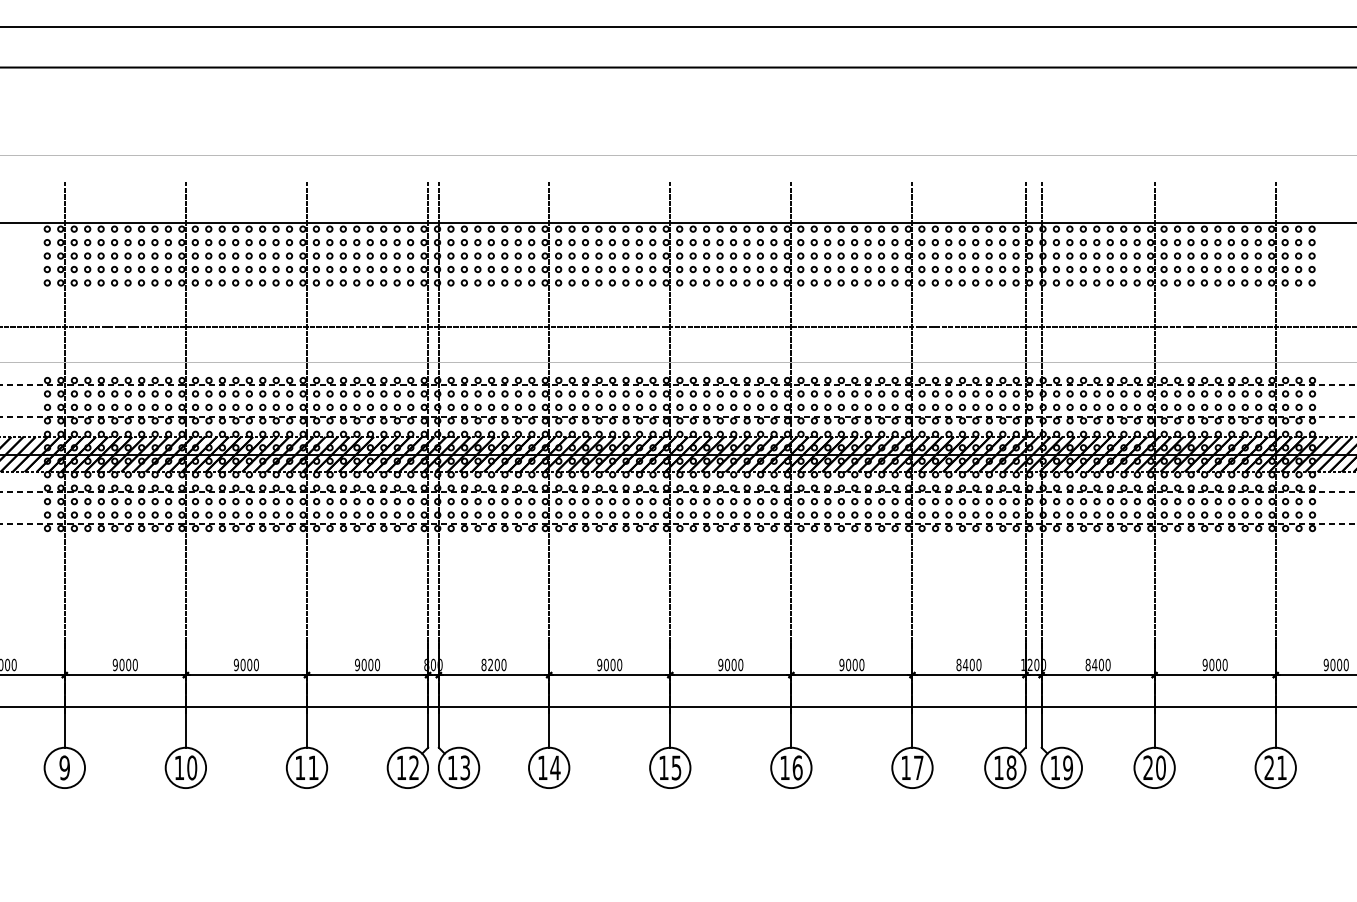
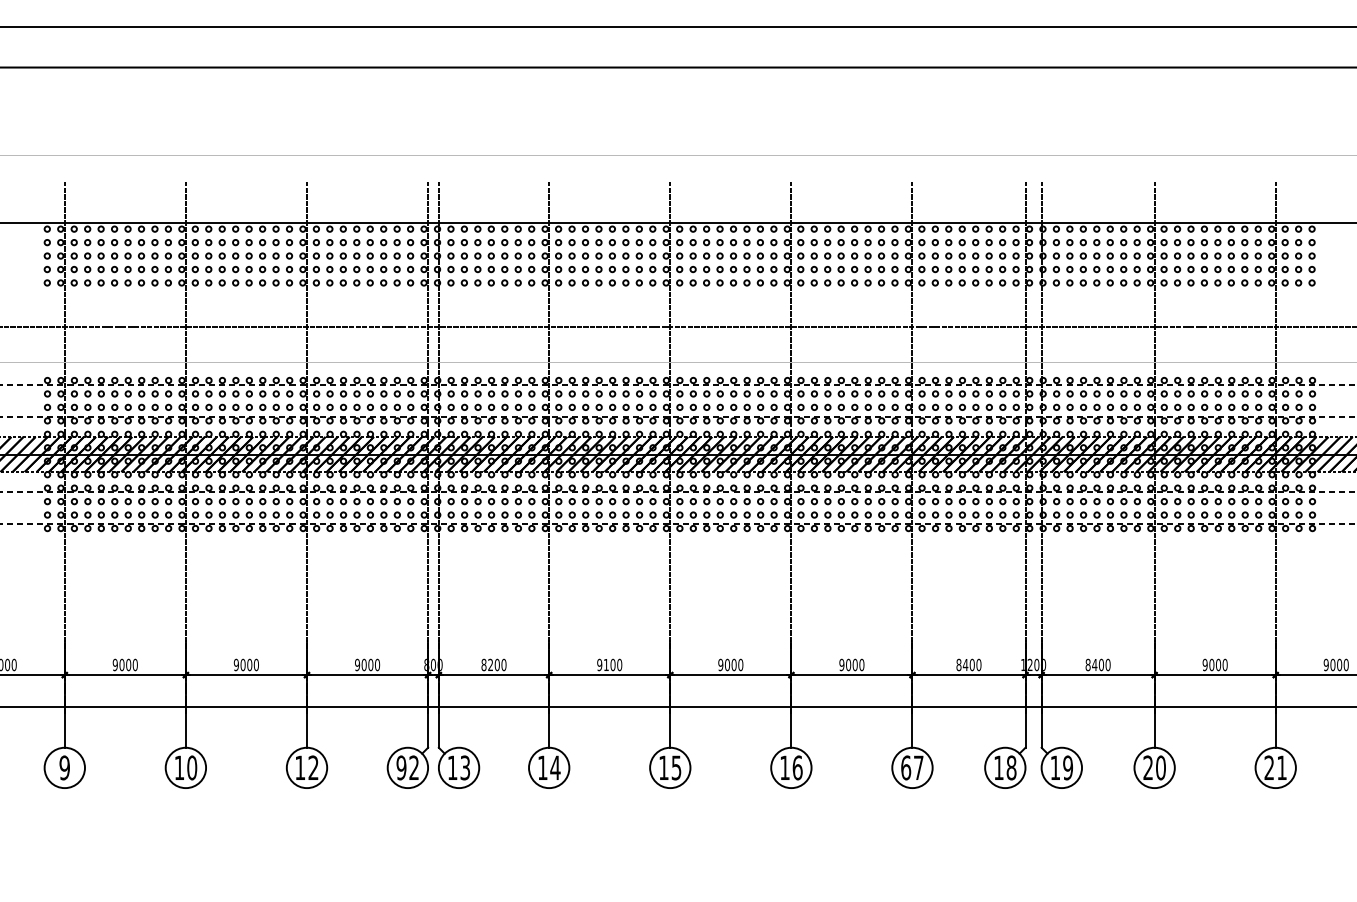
text at (605, 664): 9000 -> 9100
text at (313, 767): 11 -> 12
text at (401, 767): 12 -> 92
text at (906, 767): 17 -> 67
